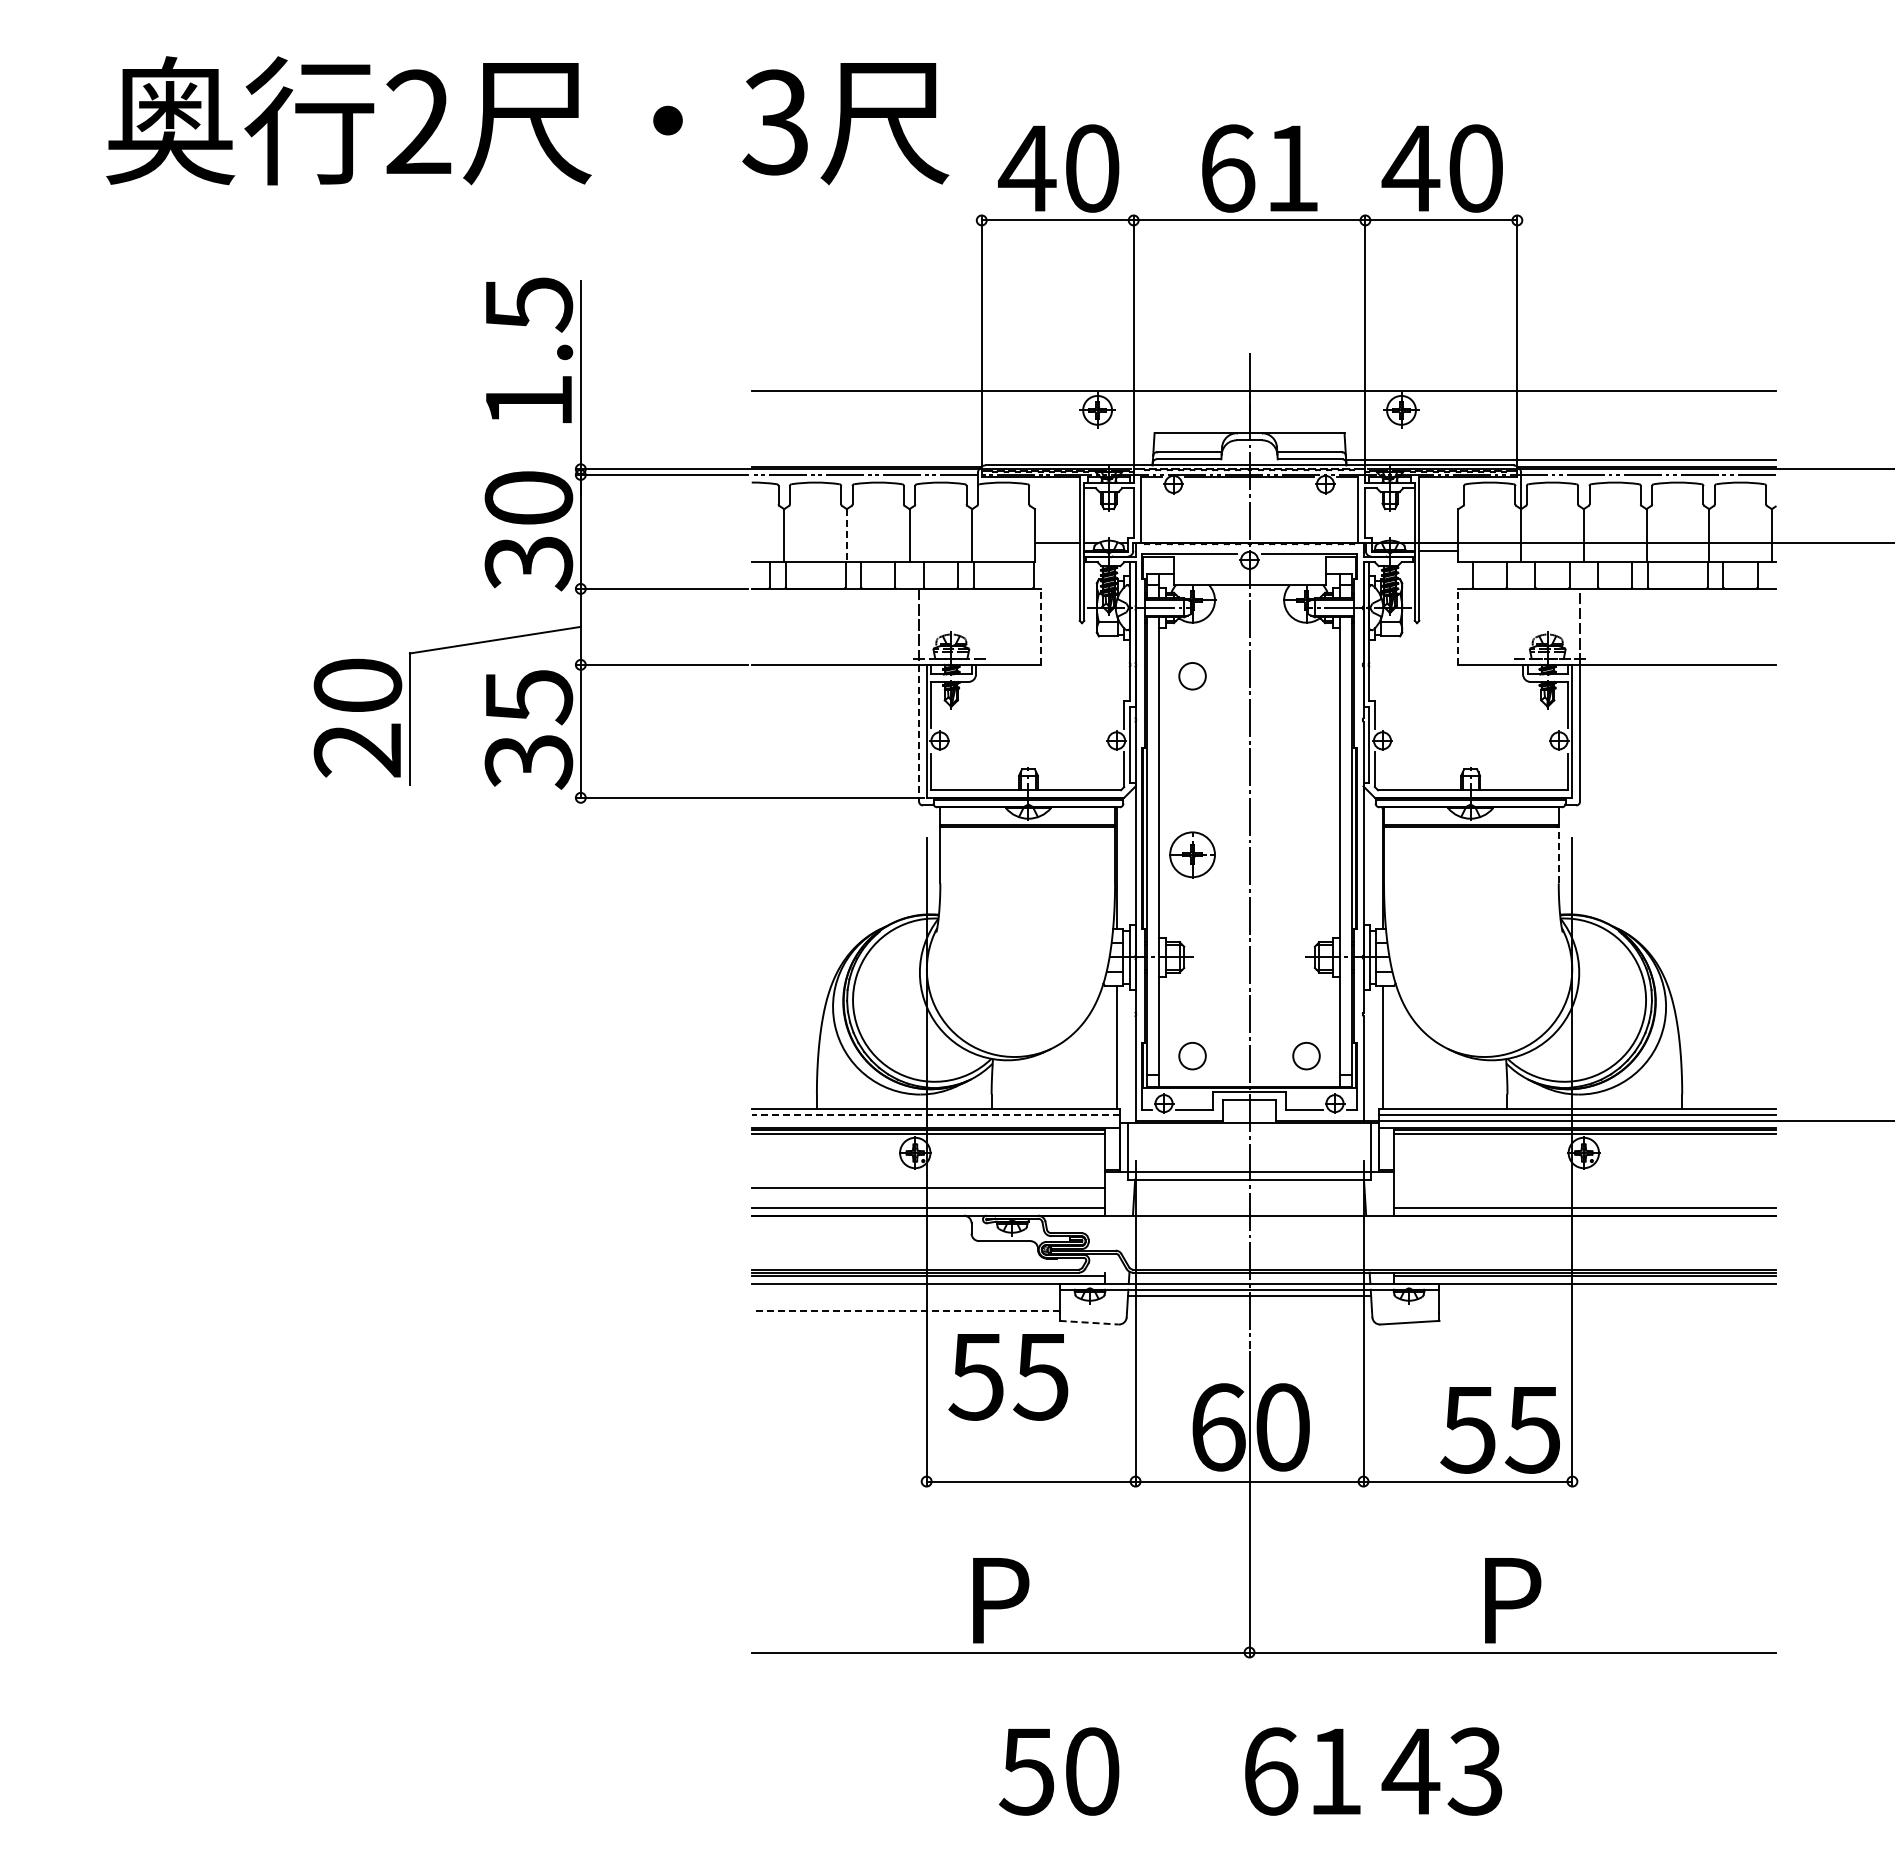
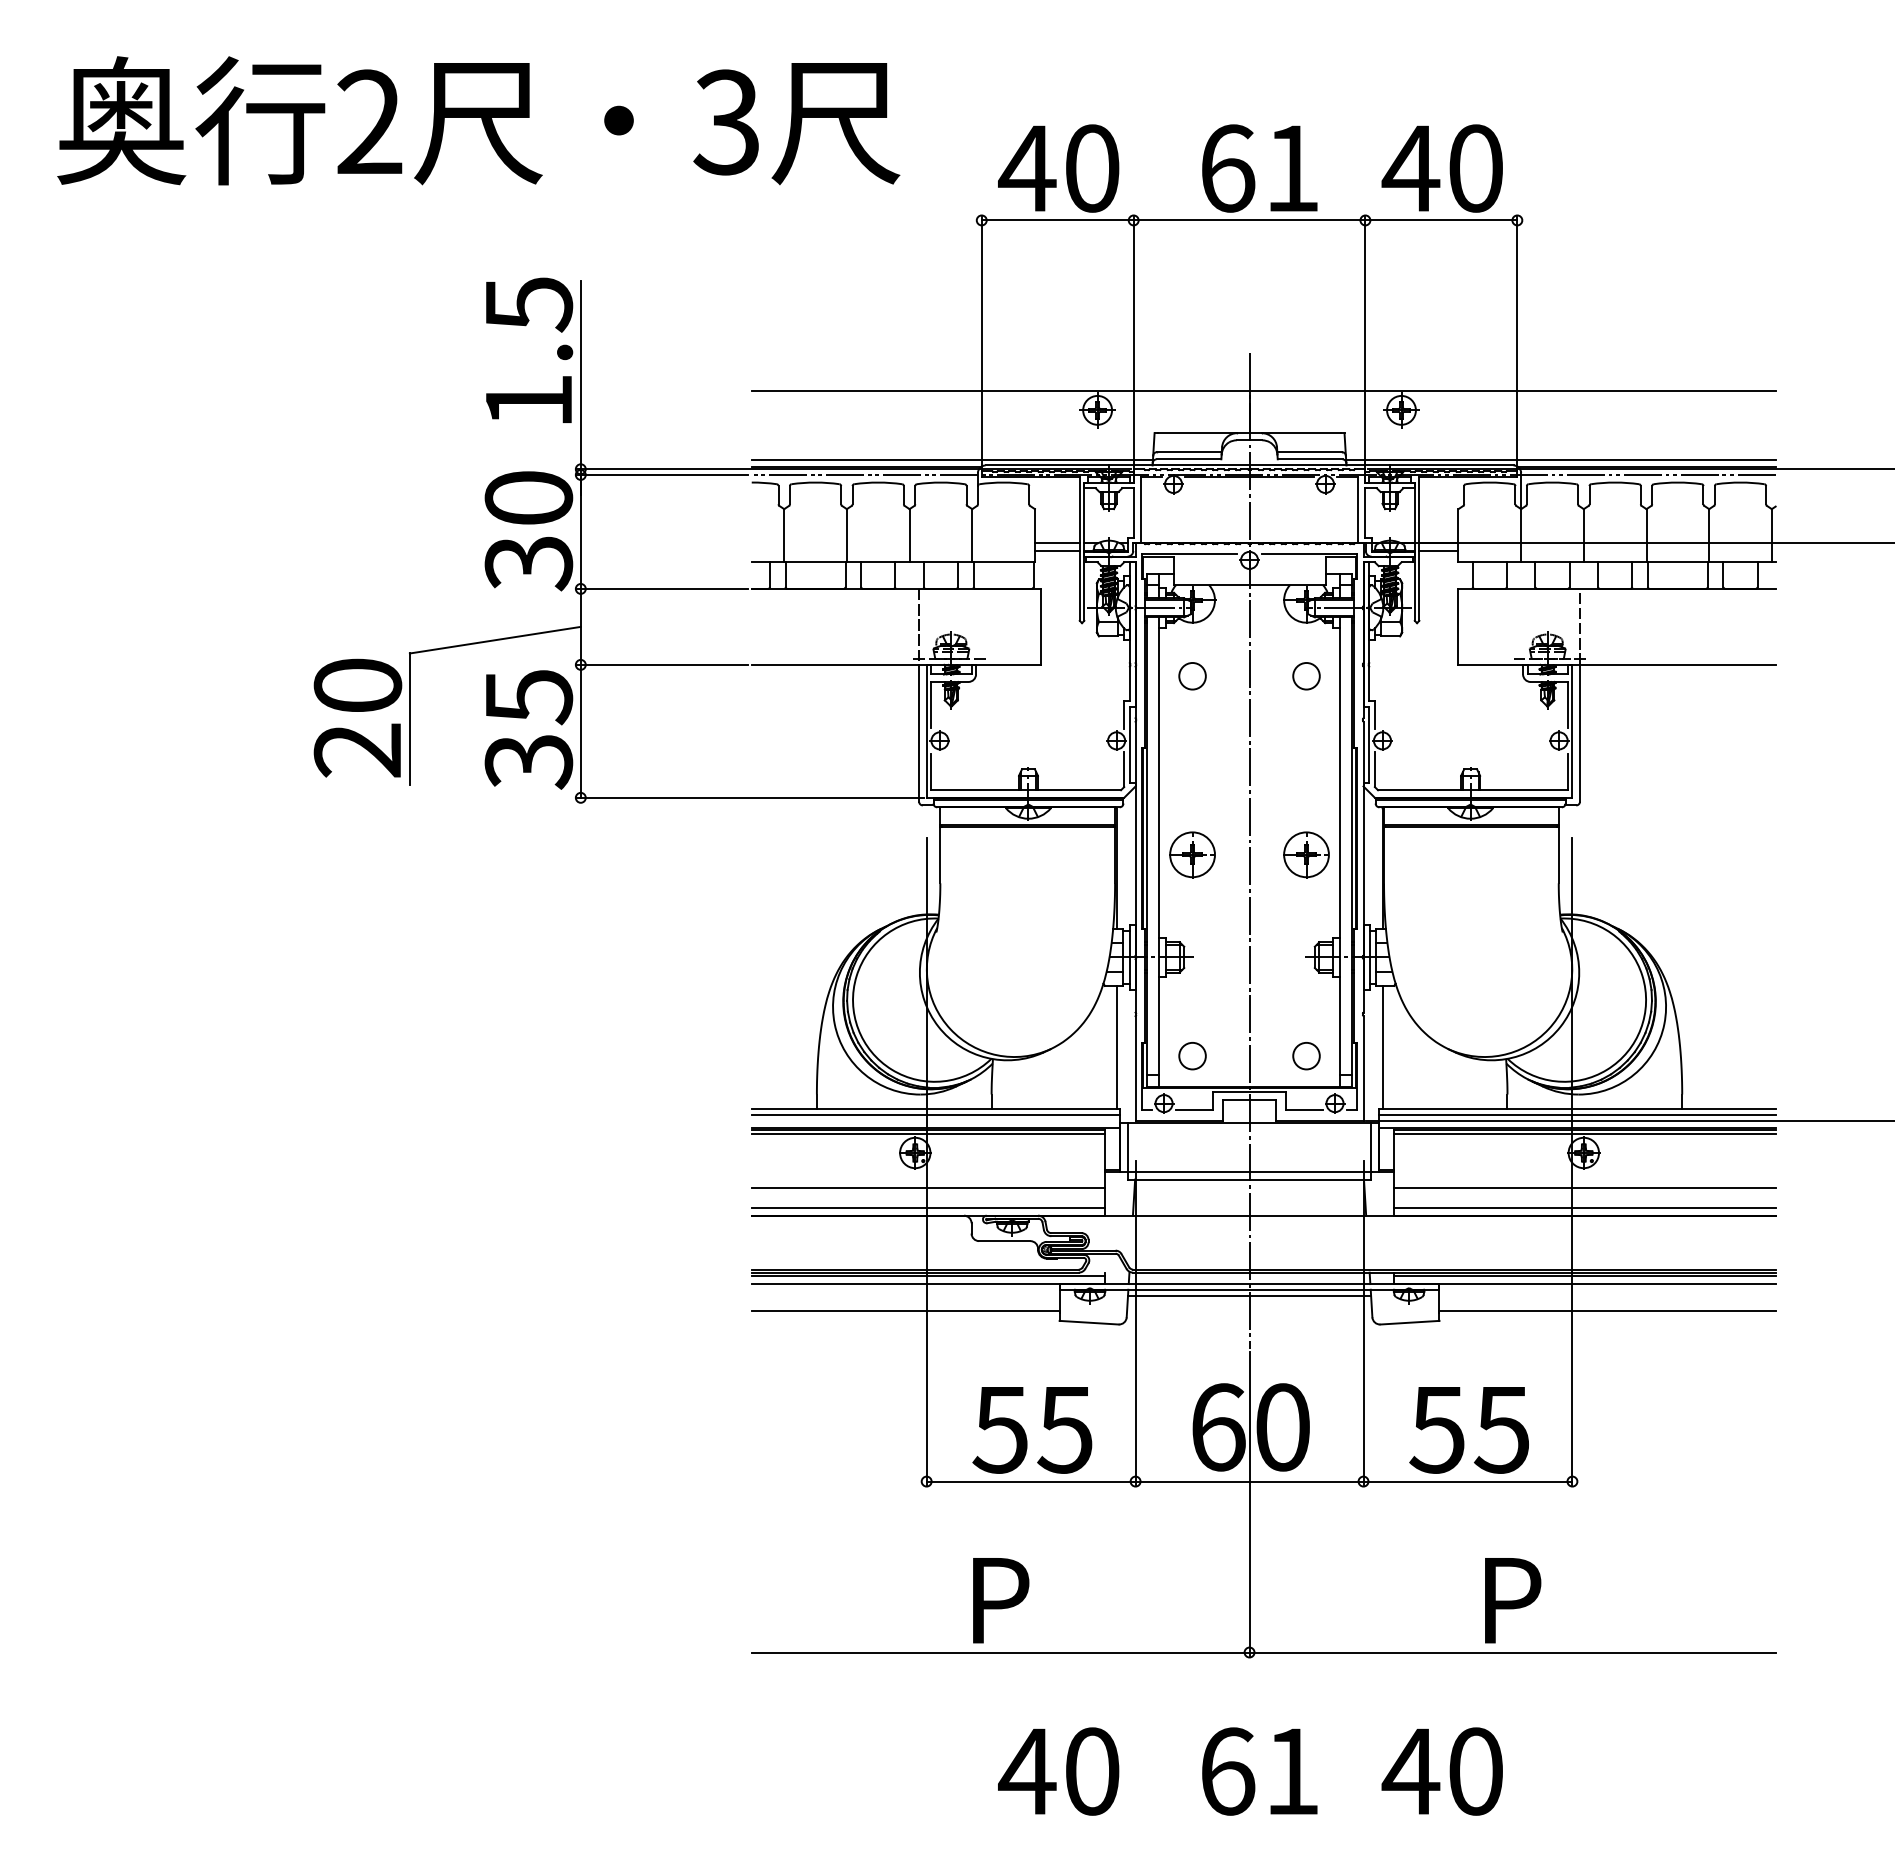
text at (527, 120) position: (527, 120) -> (478, 120)
line at (951, 459): none -> present
line at (846, 535): dashed -> solid
line at (1056, 550): none -> present
line at (1040, 626): dashed -> solid
line at (1458, 626): dashed -> solid
circle at (1306, 676): none -> present
line at (919, 733): dashed -> solid
part at (1306, 854): none -> present
line at (1558, 854): dashed -> solid
line at (935, 1115): dashed -> solid
line at (1584, 1188): none -> present
line at (905, 1310): dashed -> solid
line at (1607, 1310): none -> present
line at (1089, 1322): dashed -> solid
text at (1008, 1377) position: (1008, 1377) -> (1032, 1430)
text at (1499, 1430) position: (1499, 1430) -> (1468, 1430)
text at (1027, 1771): 50 -> 40
text at (1302, 1771) position: (1302, 1771) -> (1259, 1771)
text at (1474, 1771): 43 -> 40
